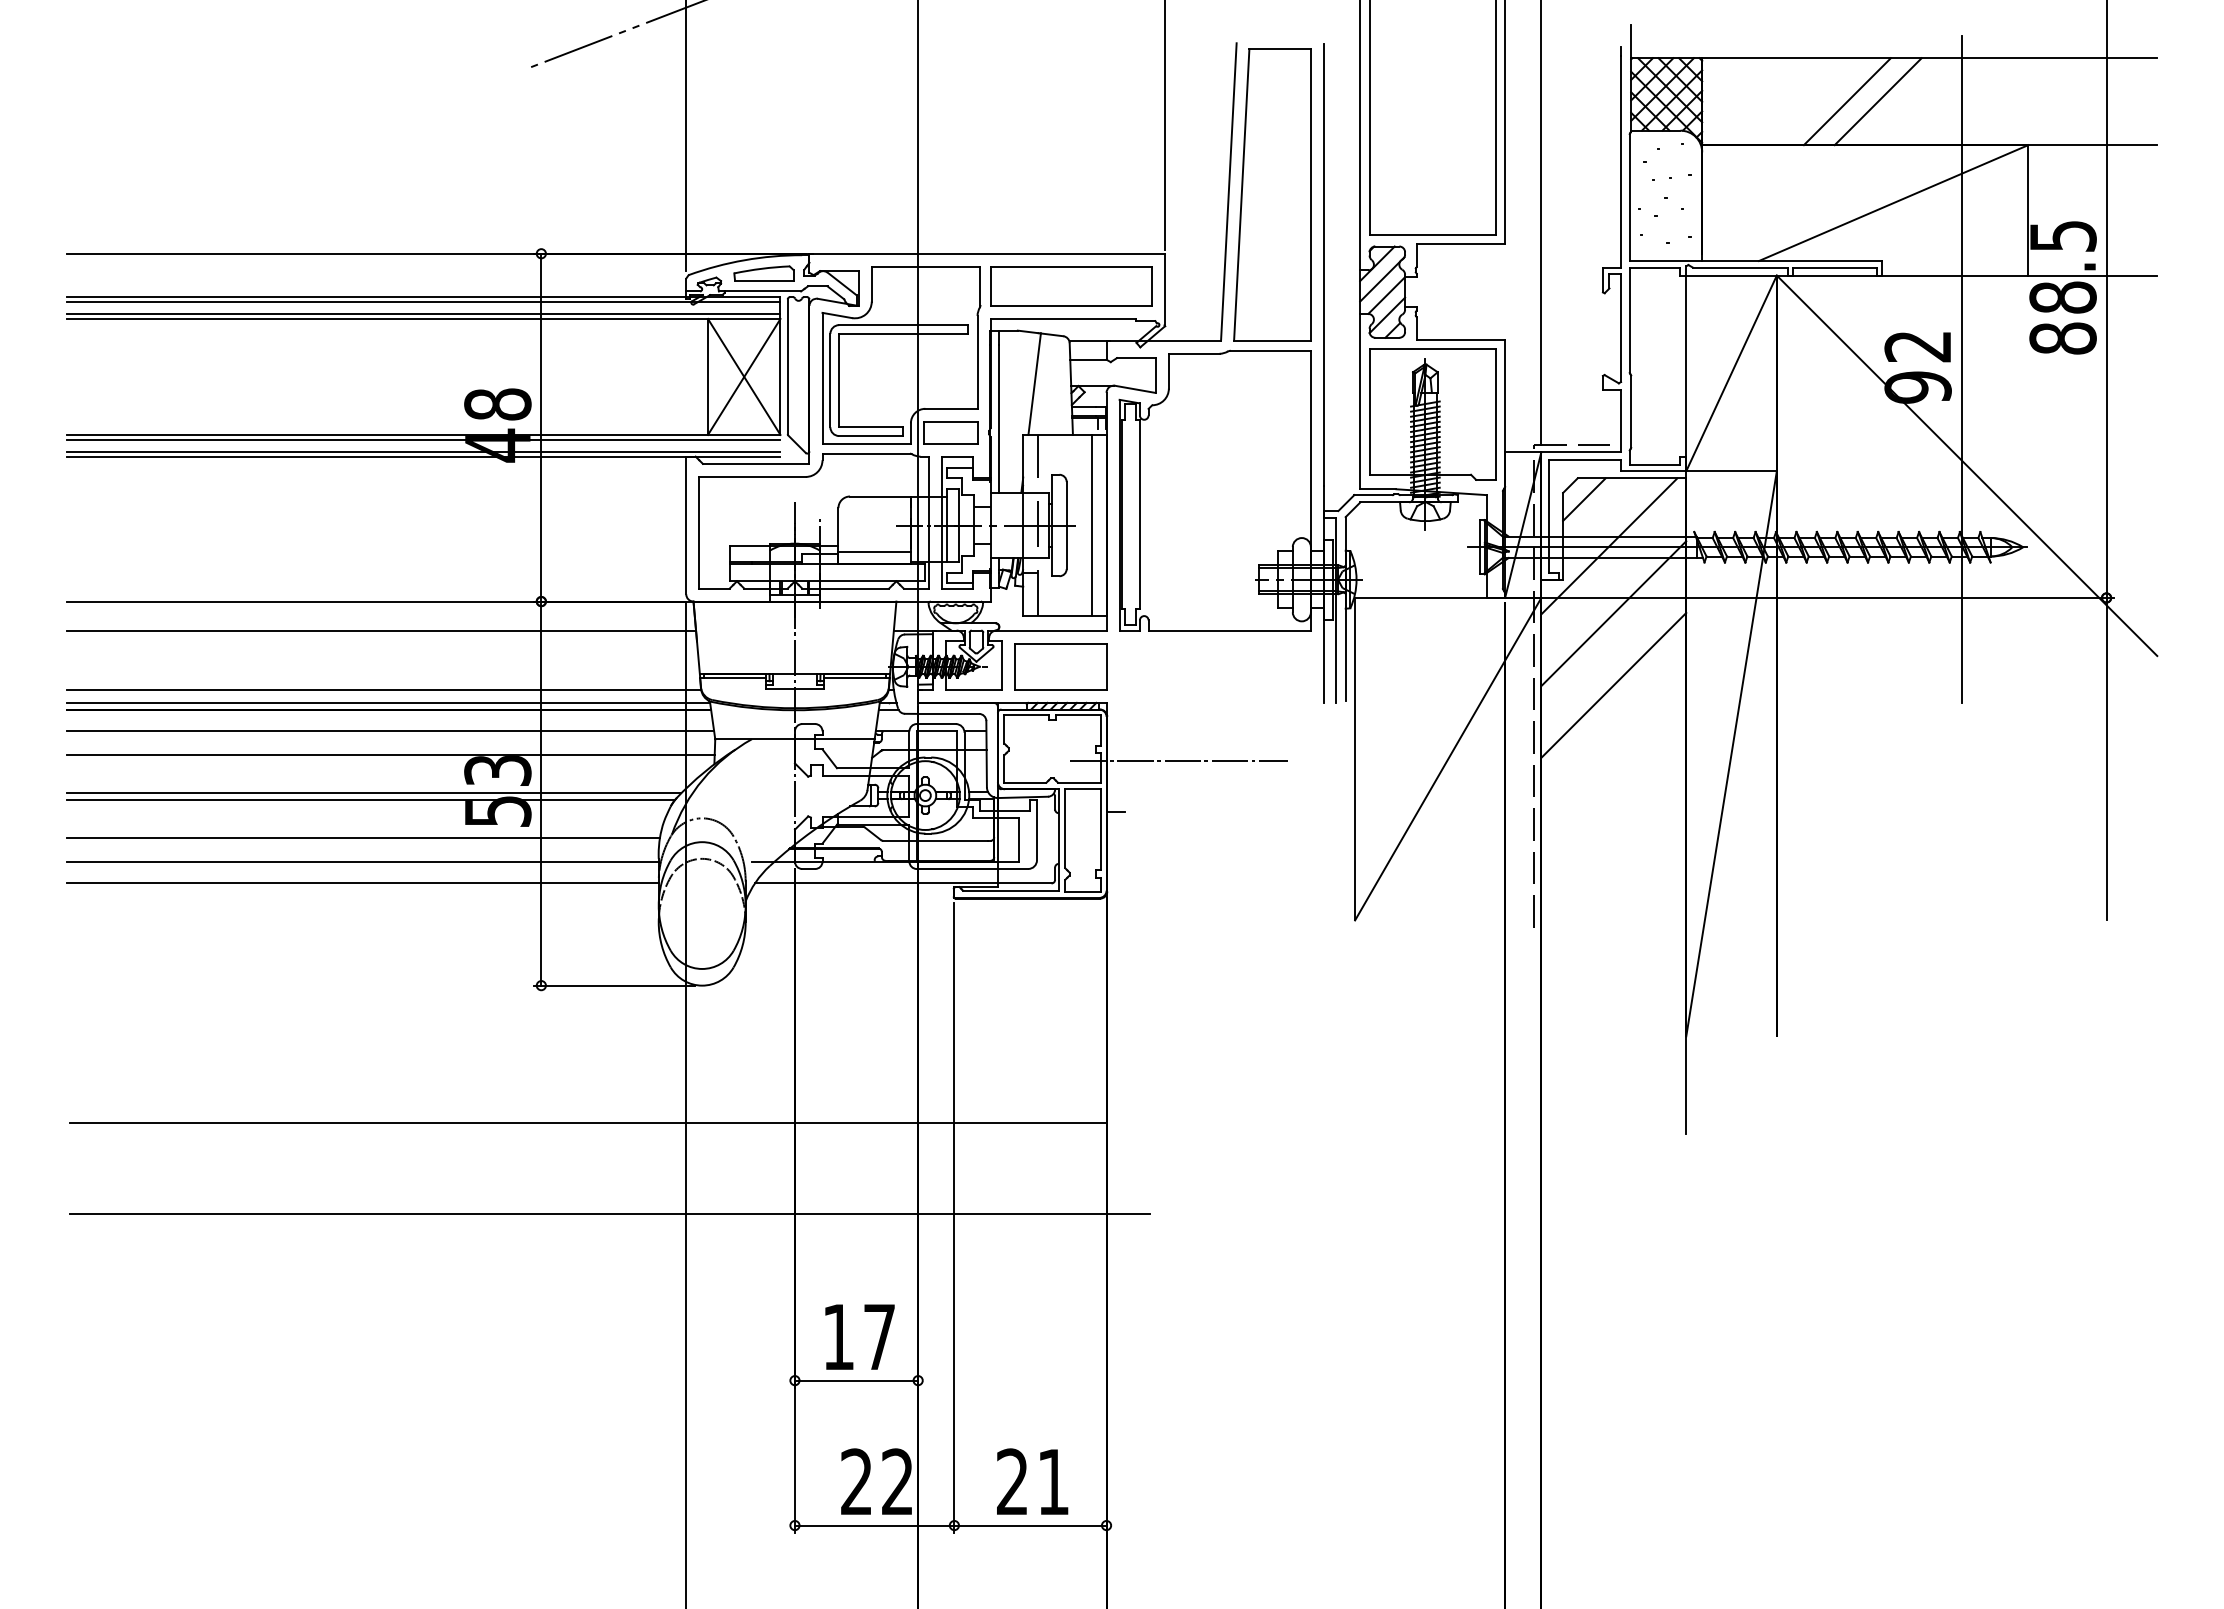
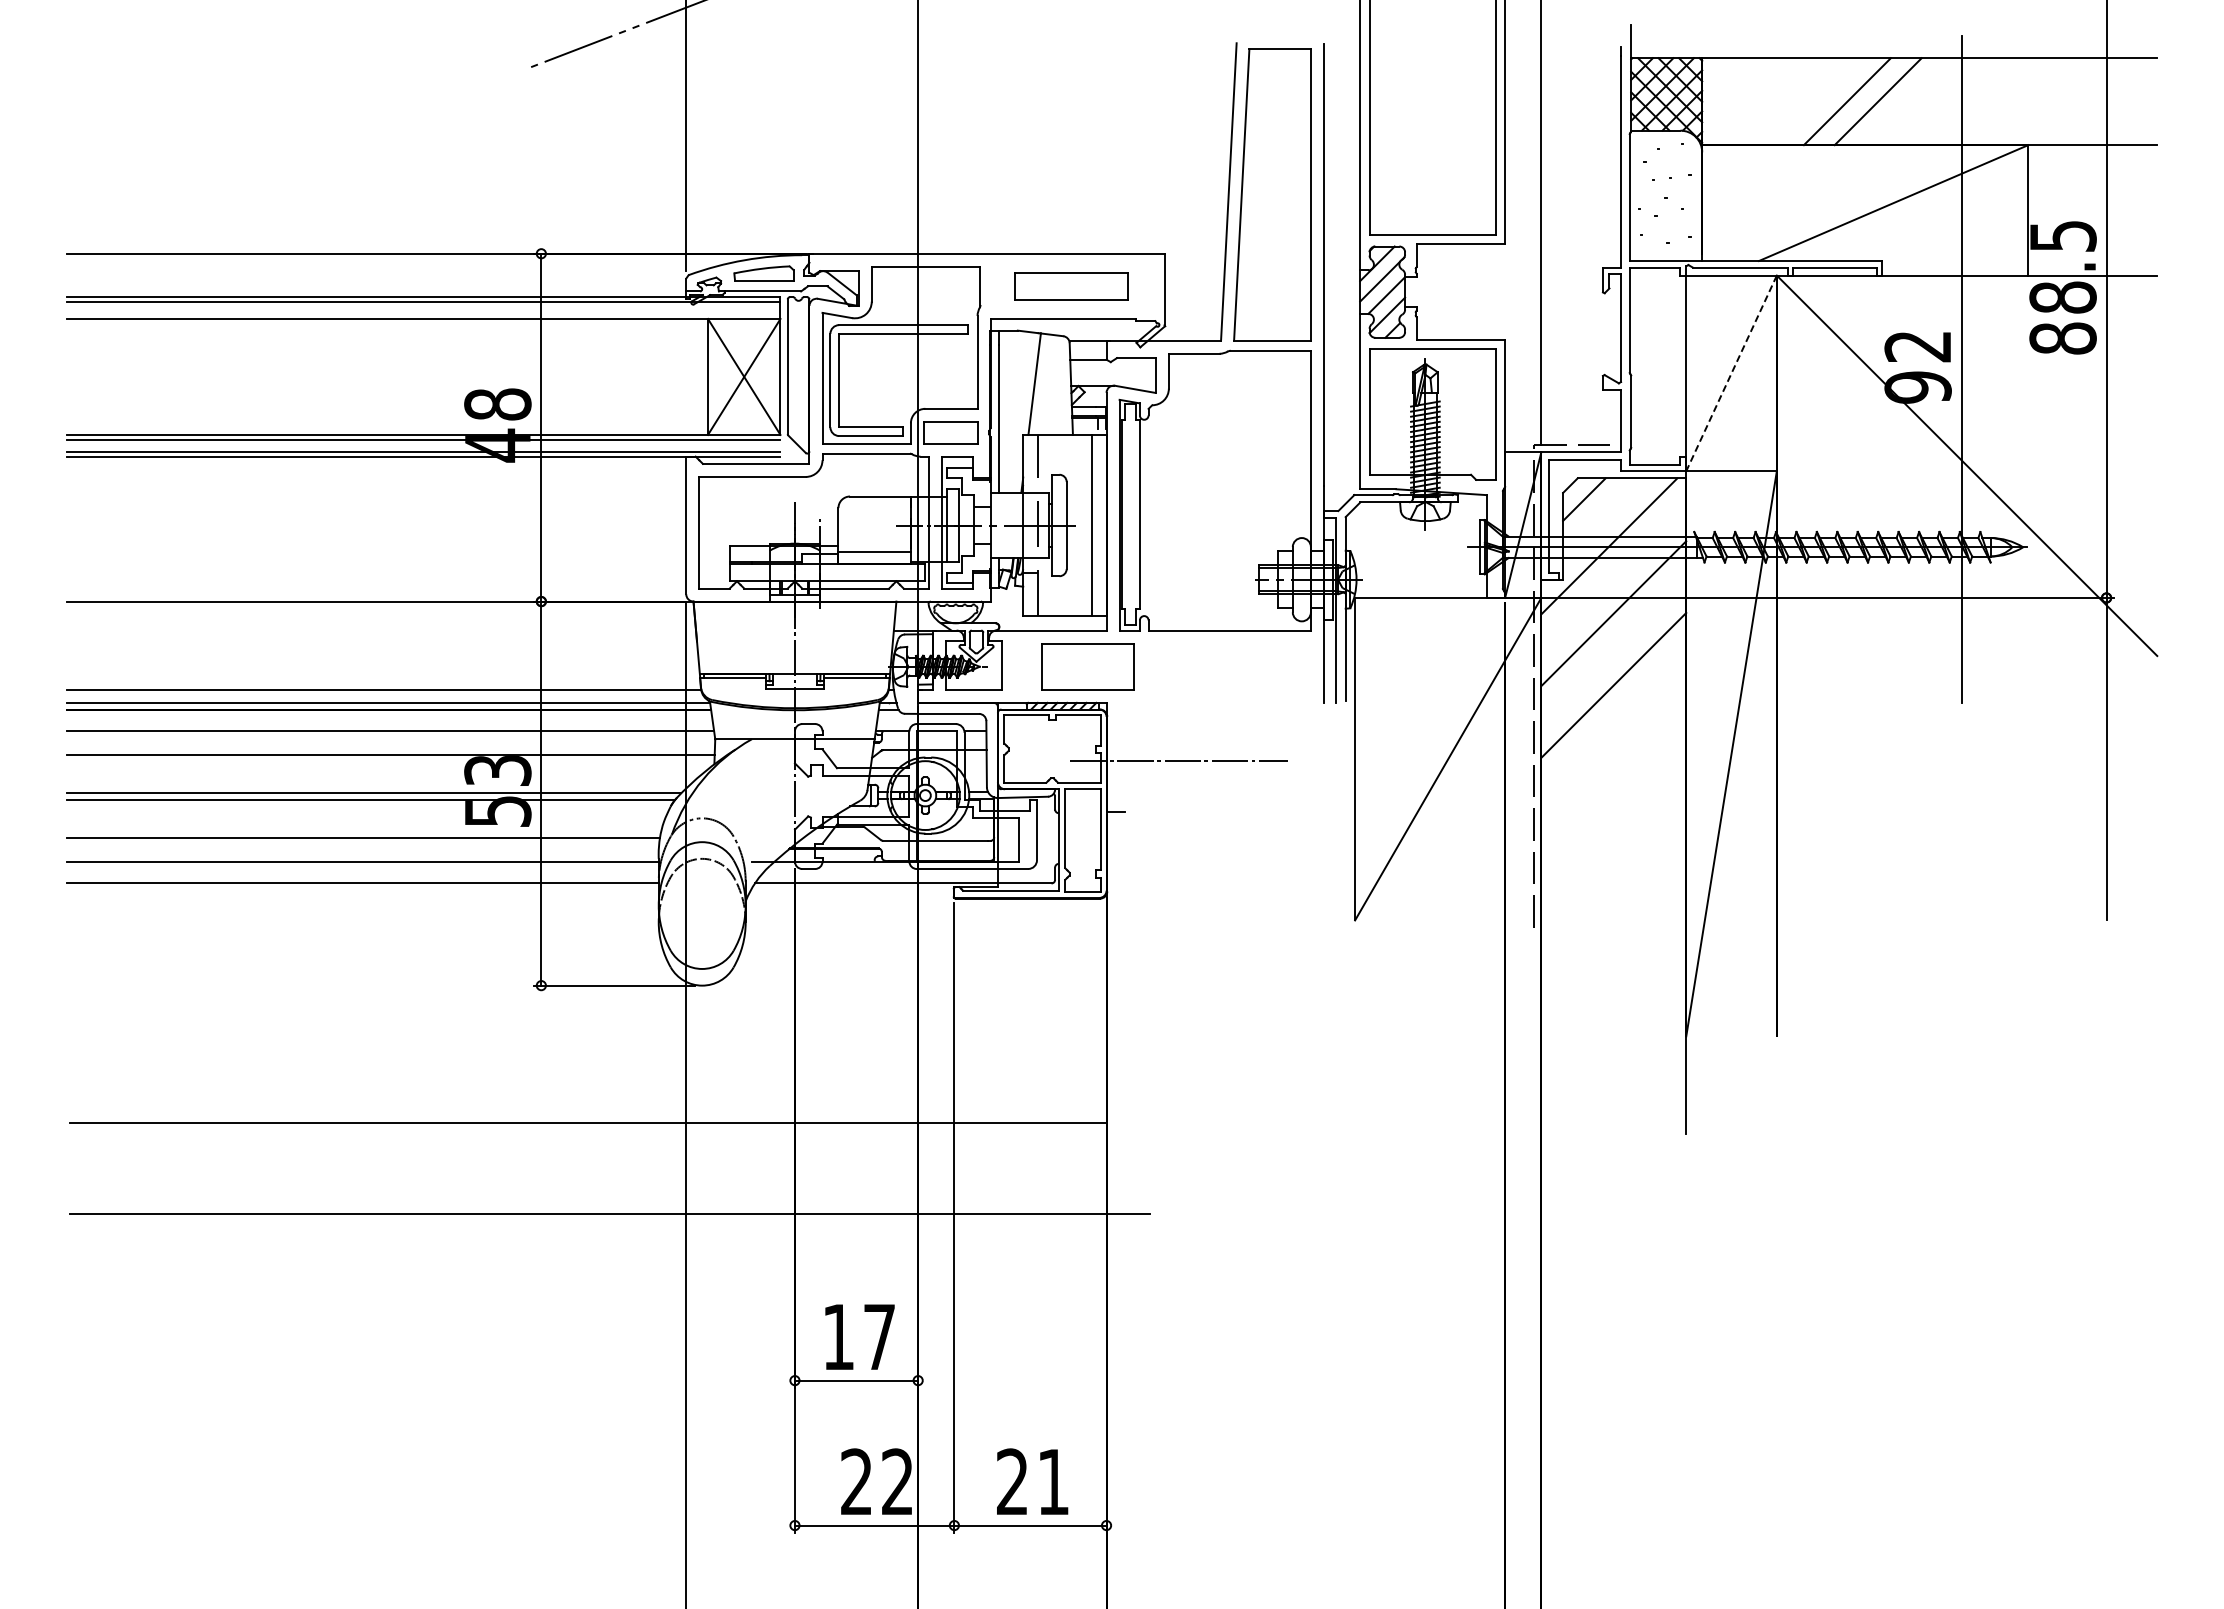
line at (1164, 126): present -> none
part at (1071, 286) size: 163x41 px -> 115x29 px
line at (423, 313): present -> none
line at (1731, 373): solid -> dashed
line at (381, 630): present -> none
part at (1060, 666) position: (1060, 666) -> (1087, 666)
